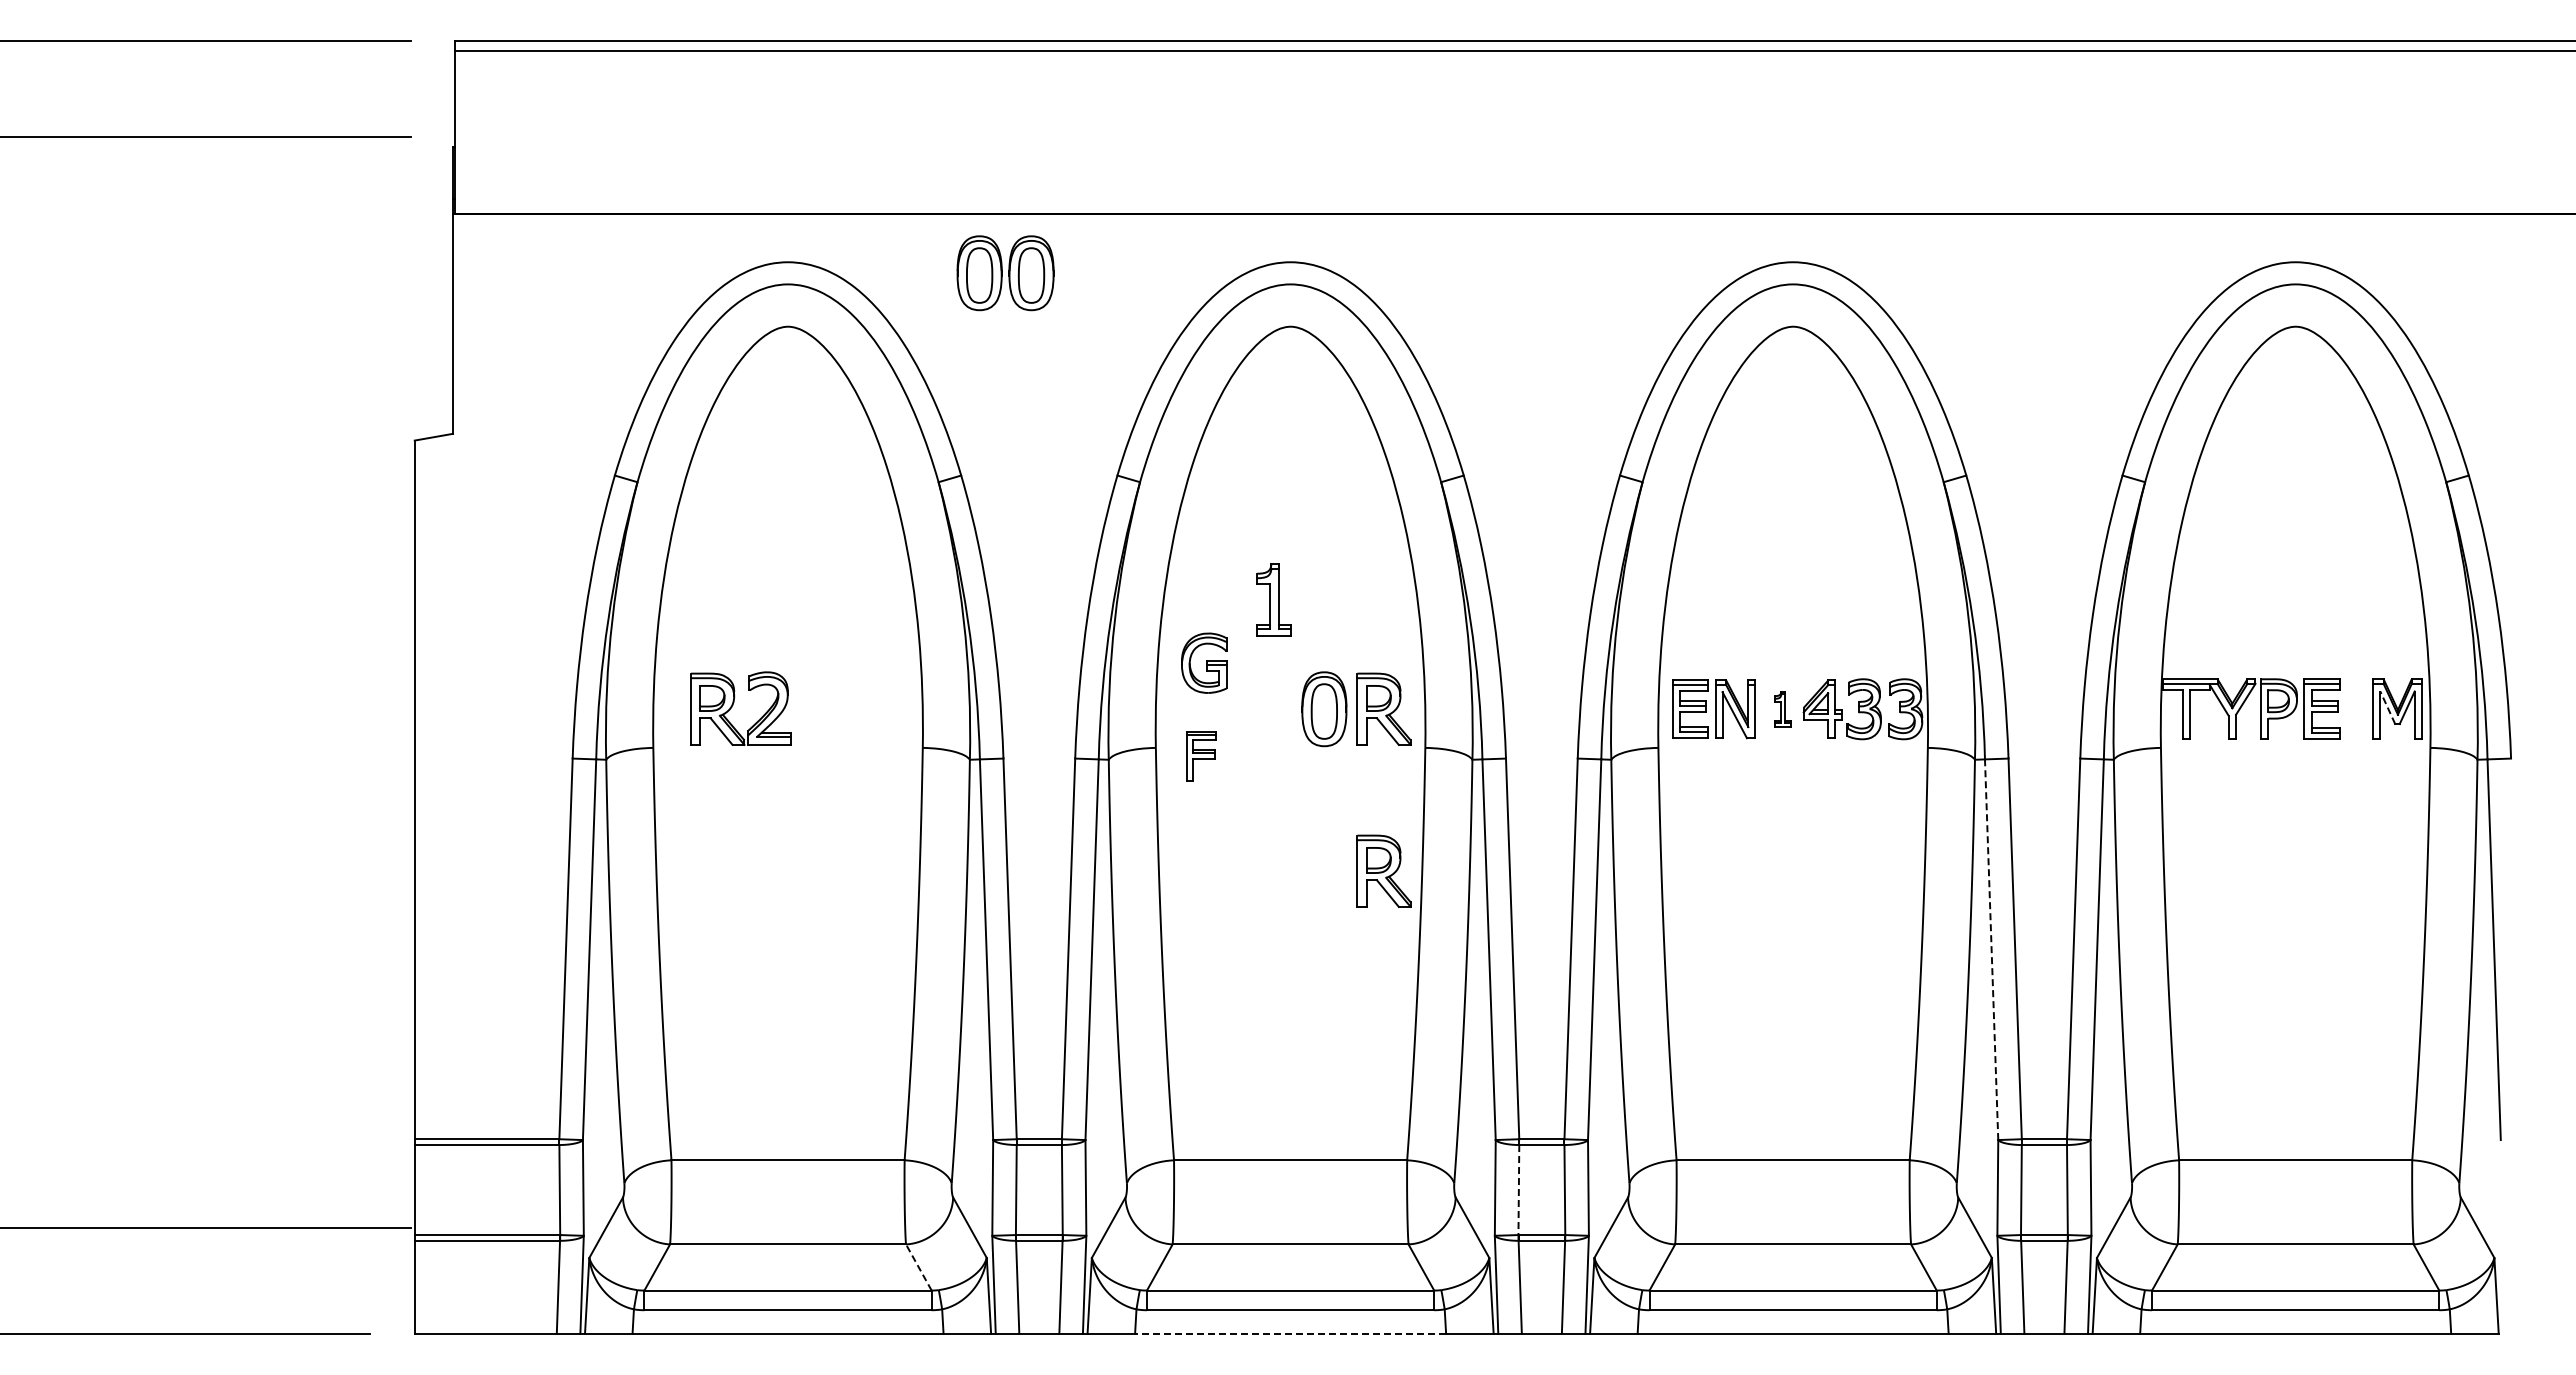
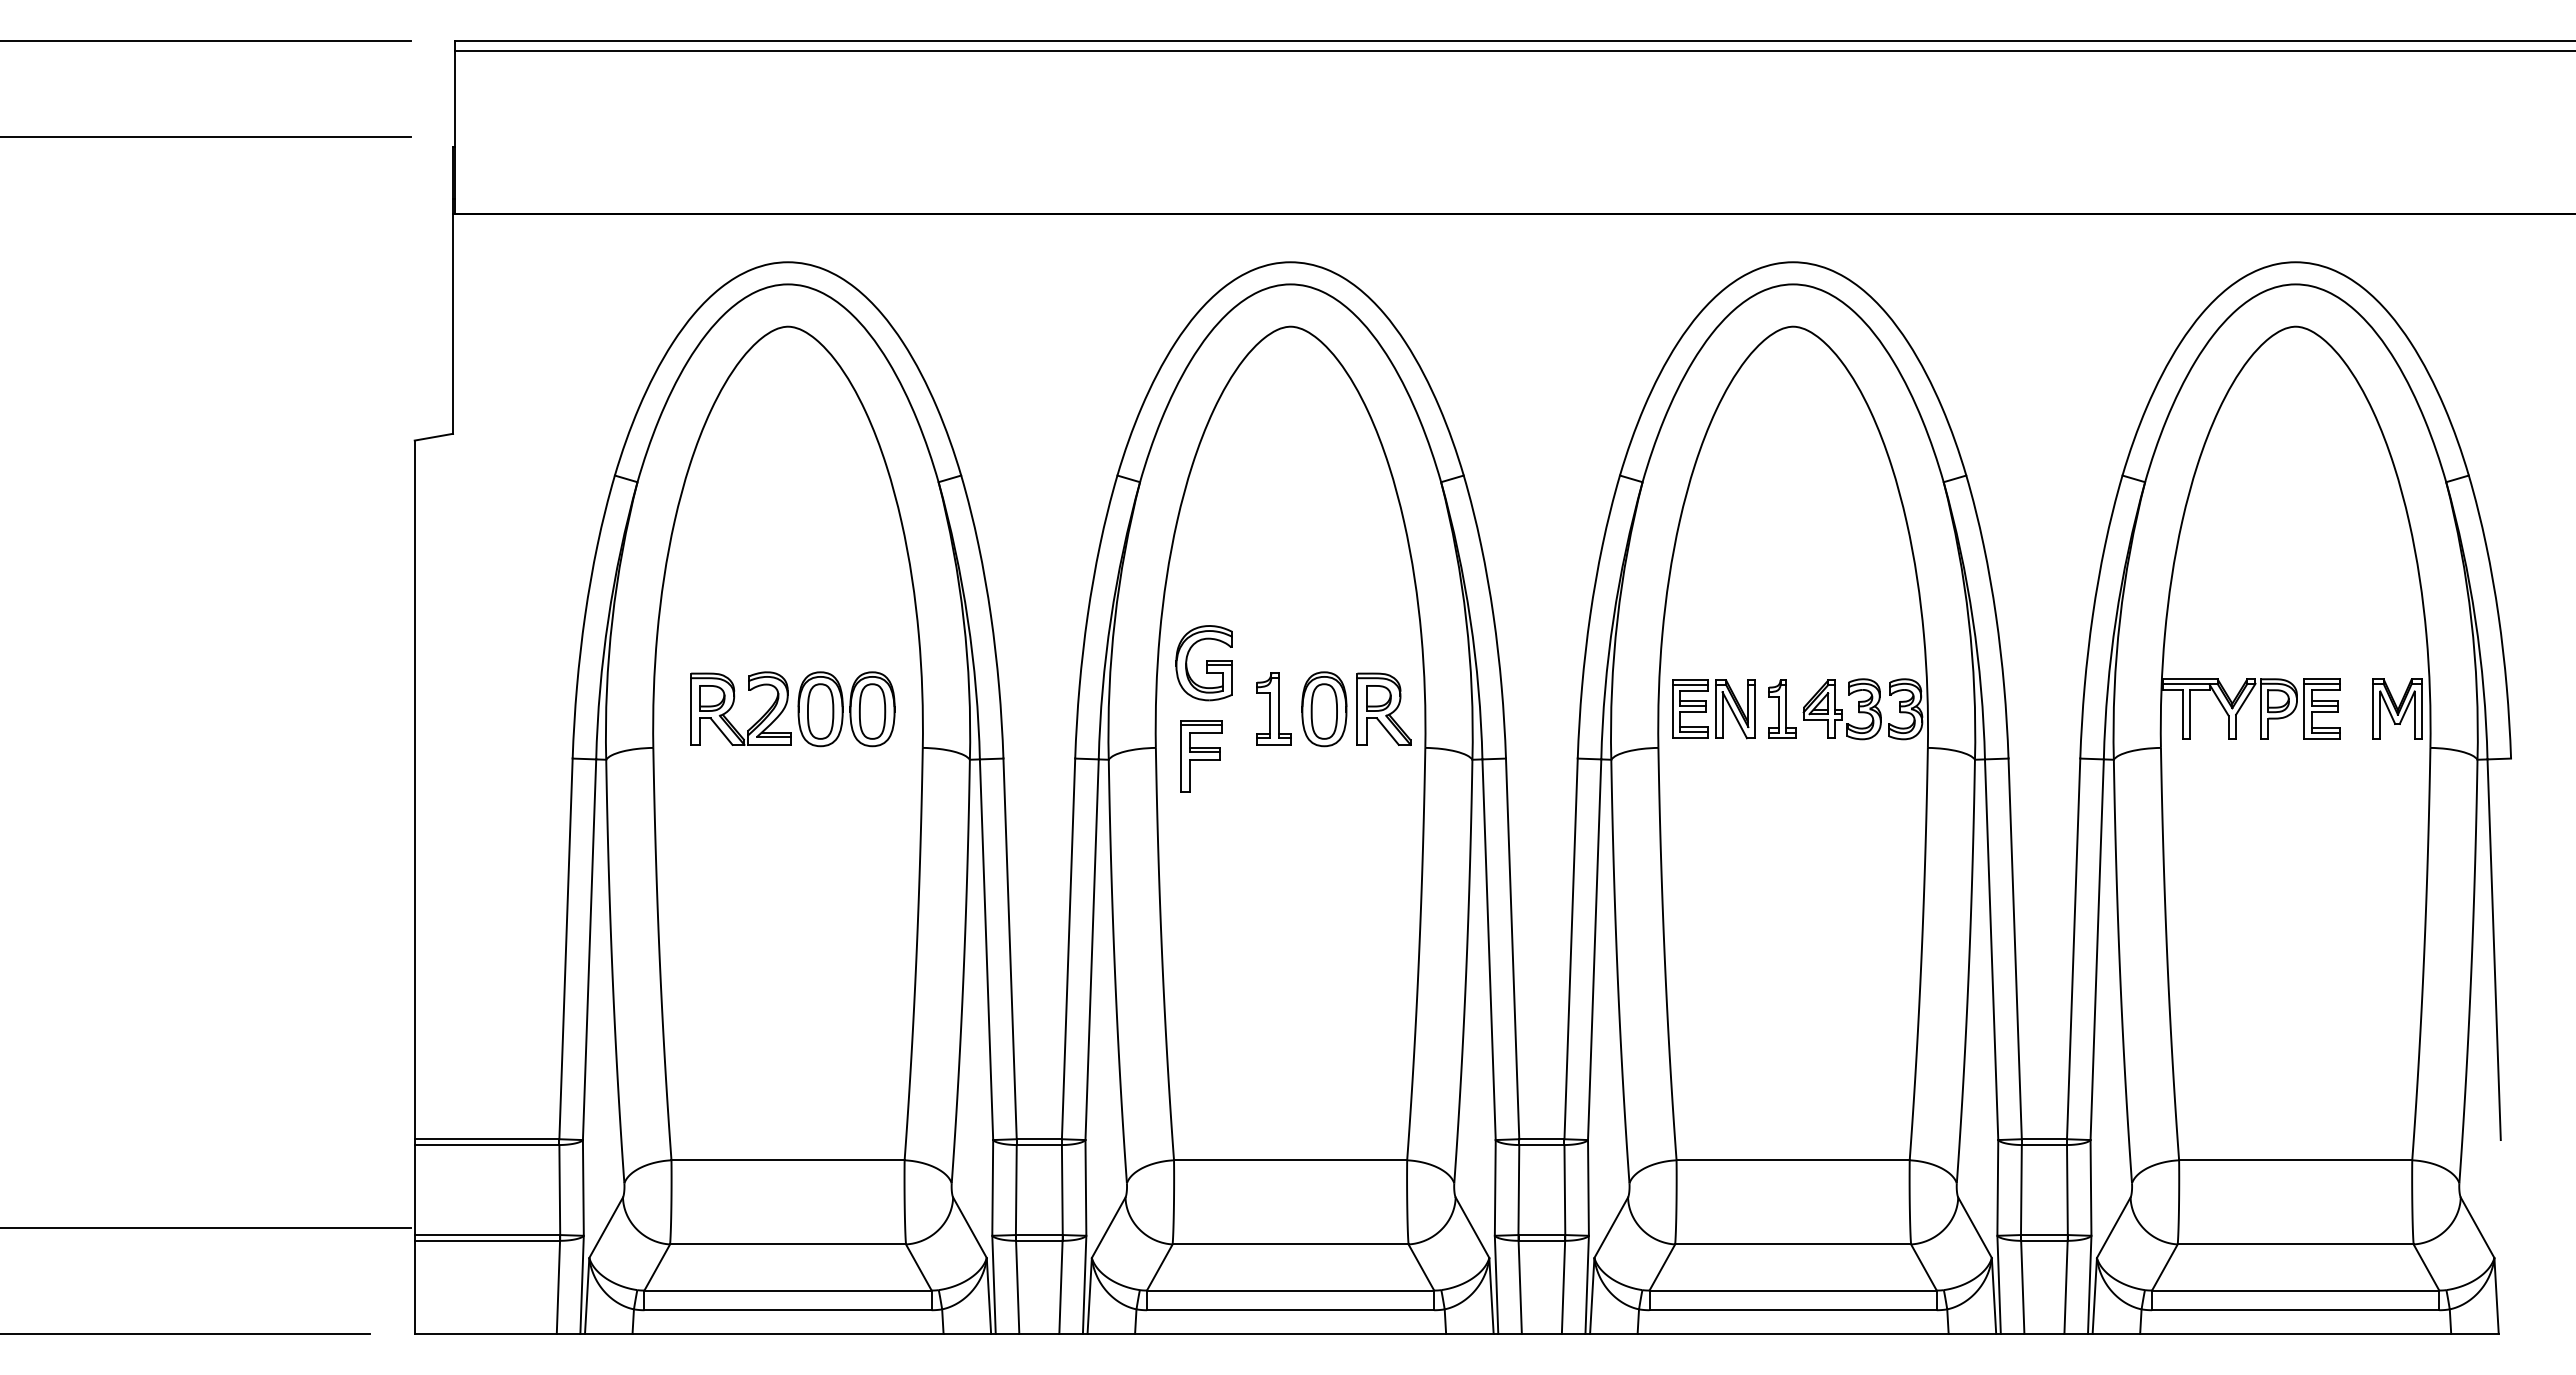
part at (1005, 273) position: (1005, 273) -> (846, 709)
part at (1273, 599) position: (1273, 599) -> (1273, 708)
part at (1204, 662) size: 47x62 px -> 58x77 px
line at (2387, 707): dashed -> solid
part at (1782, 709) size: 18x37 px -> 29x60 px
part at (1201, 756) size: 31x51 px -> 43x73 px
part at (1383, 870): present -> none
line at (1991, 949): dashed -> solid
line at (1518, 1190): dashed -> solid
line at (918, 1267): dashed -> solid
line at (1290, 1333): dashed -> solid
